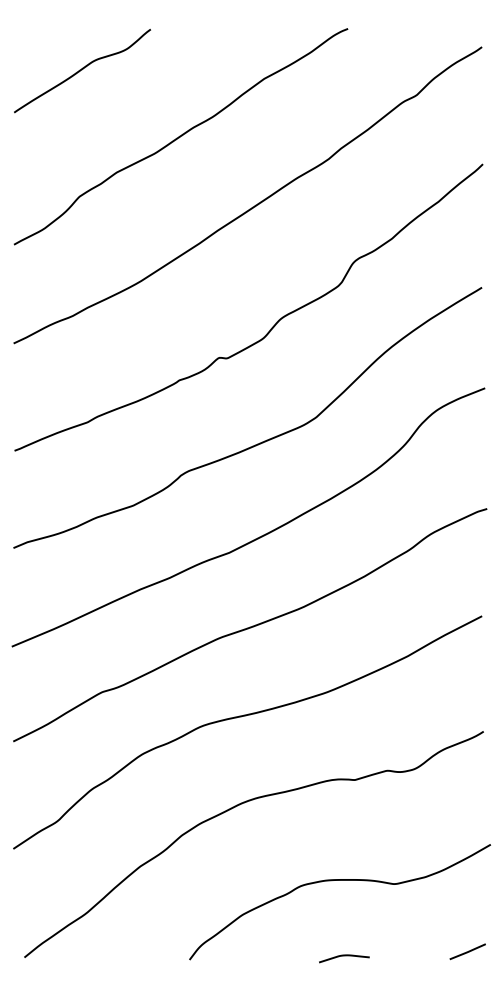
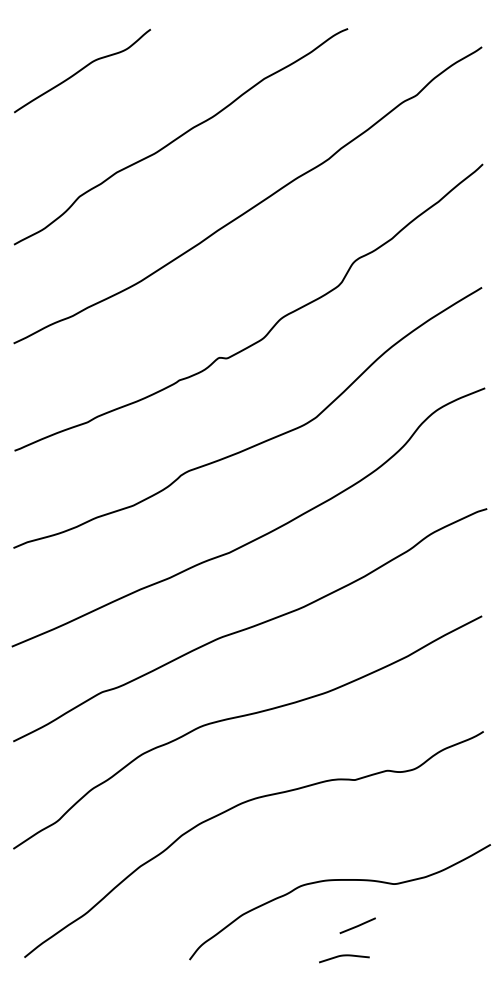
line at (467, 951) position: (467, 951) -> (357, 925)
